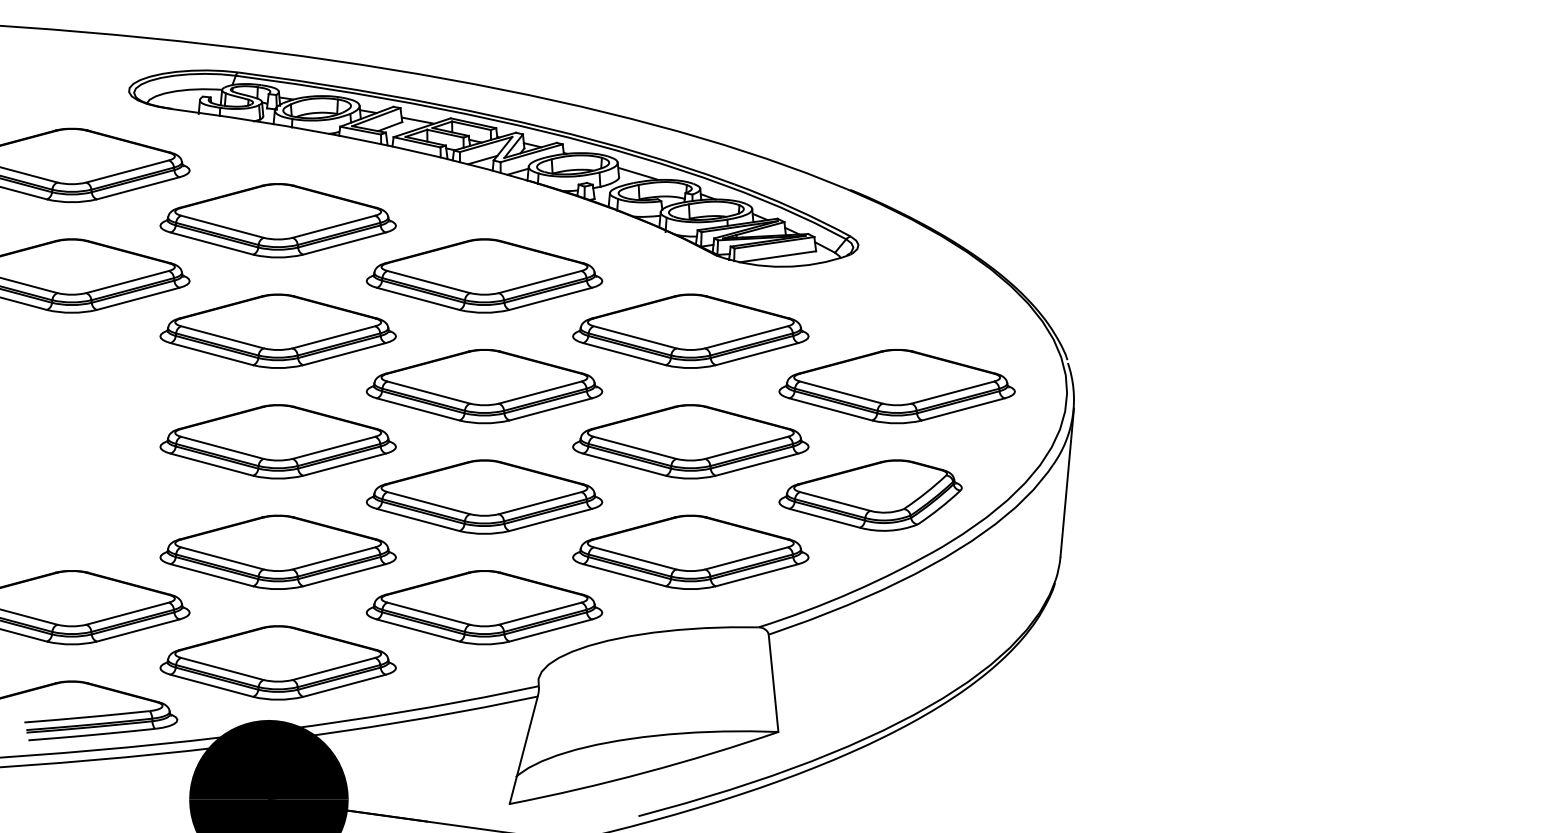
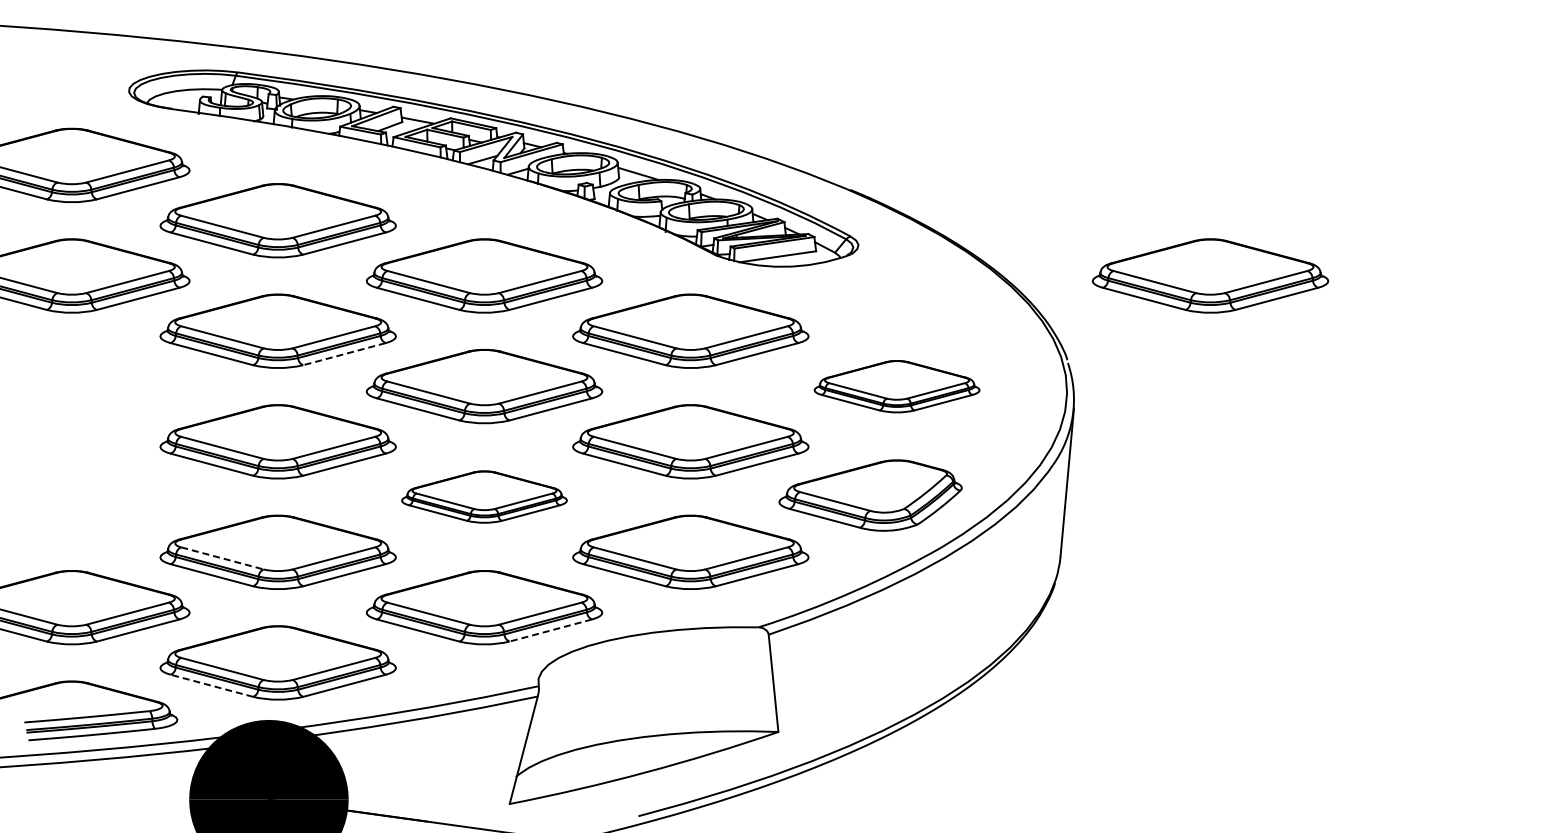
part at (1210, 275): none -> present
line at (344, 354): solid -> dashed
part at (896, 386) size: 238x76 px -> 168x54 px
part at (484, 496) size: 239x76 px -> 167x54 px
line at (222, 558): solid -> dashed
line at (550, 630): solid -> dashed
line at (212, 685): solid -> dashed
